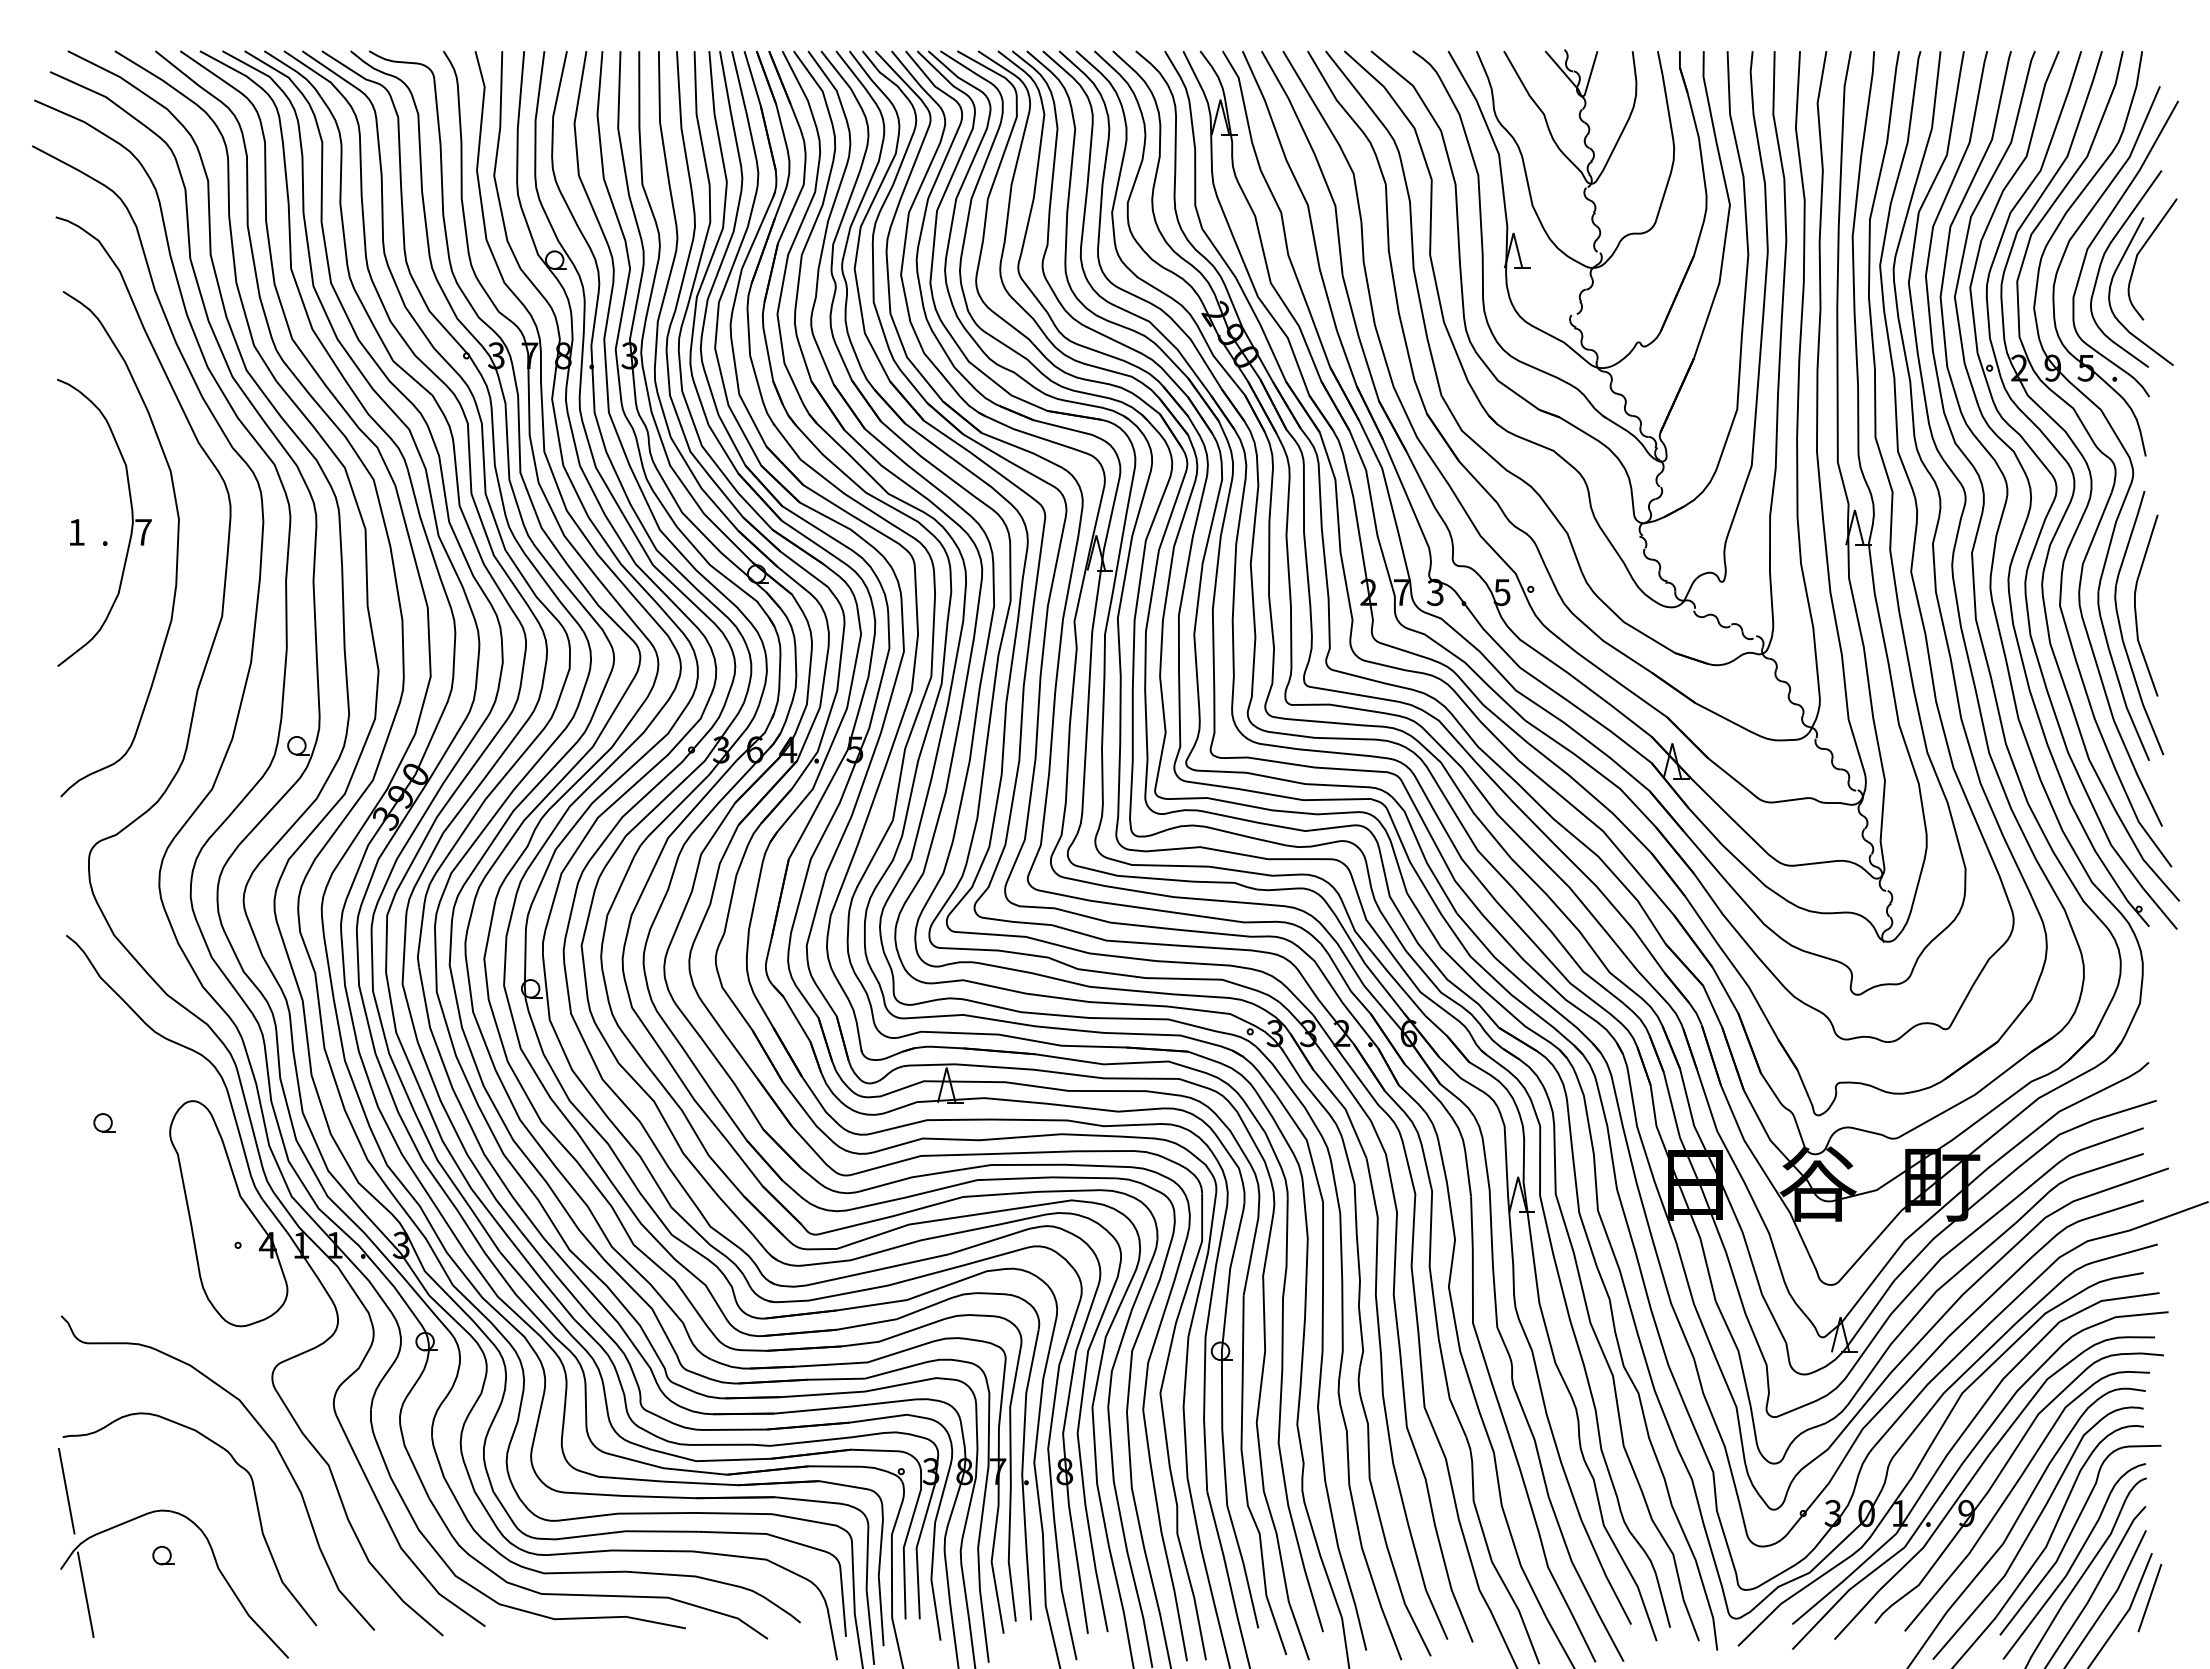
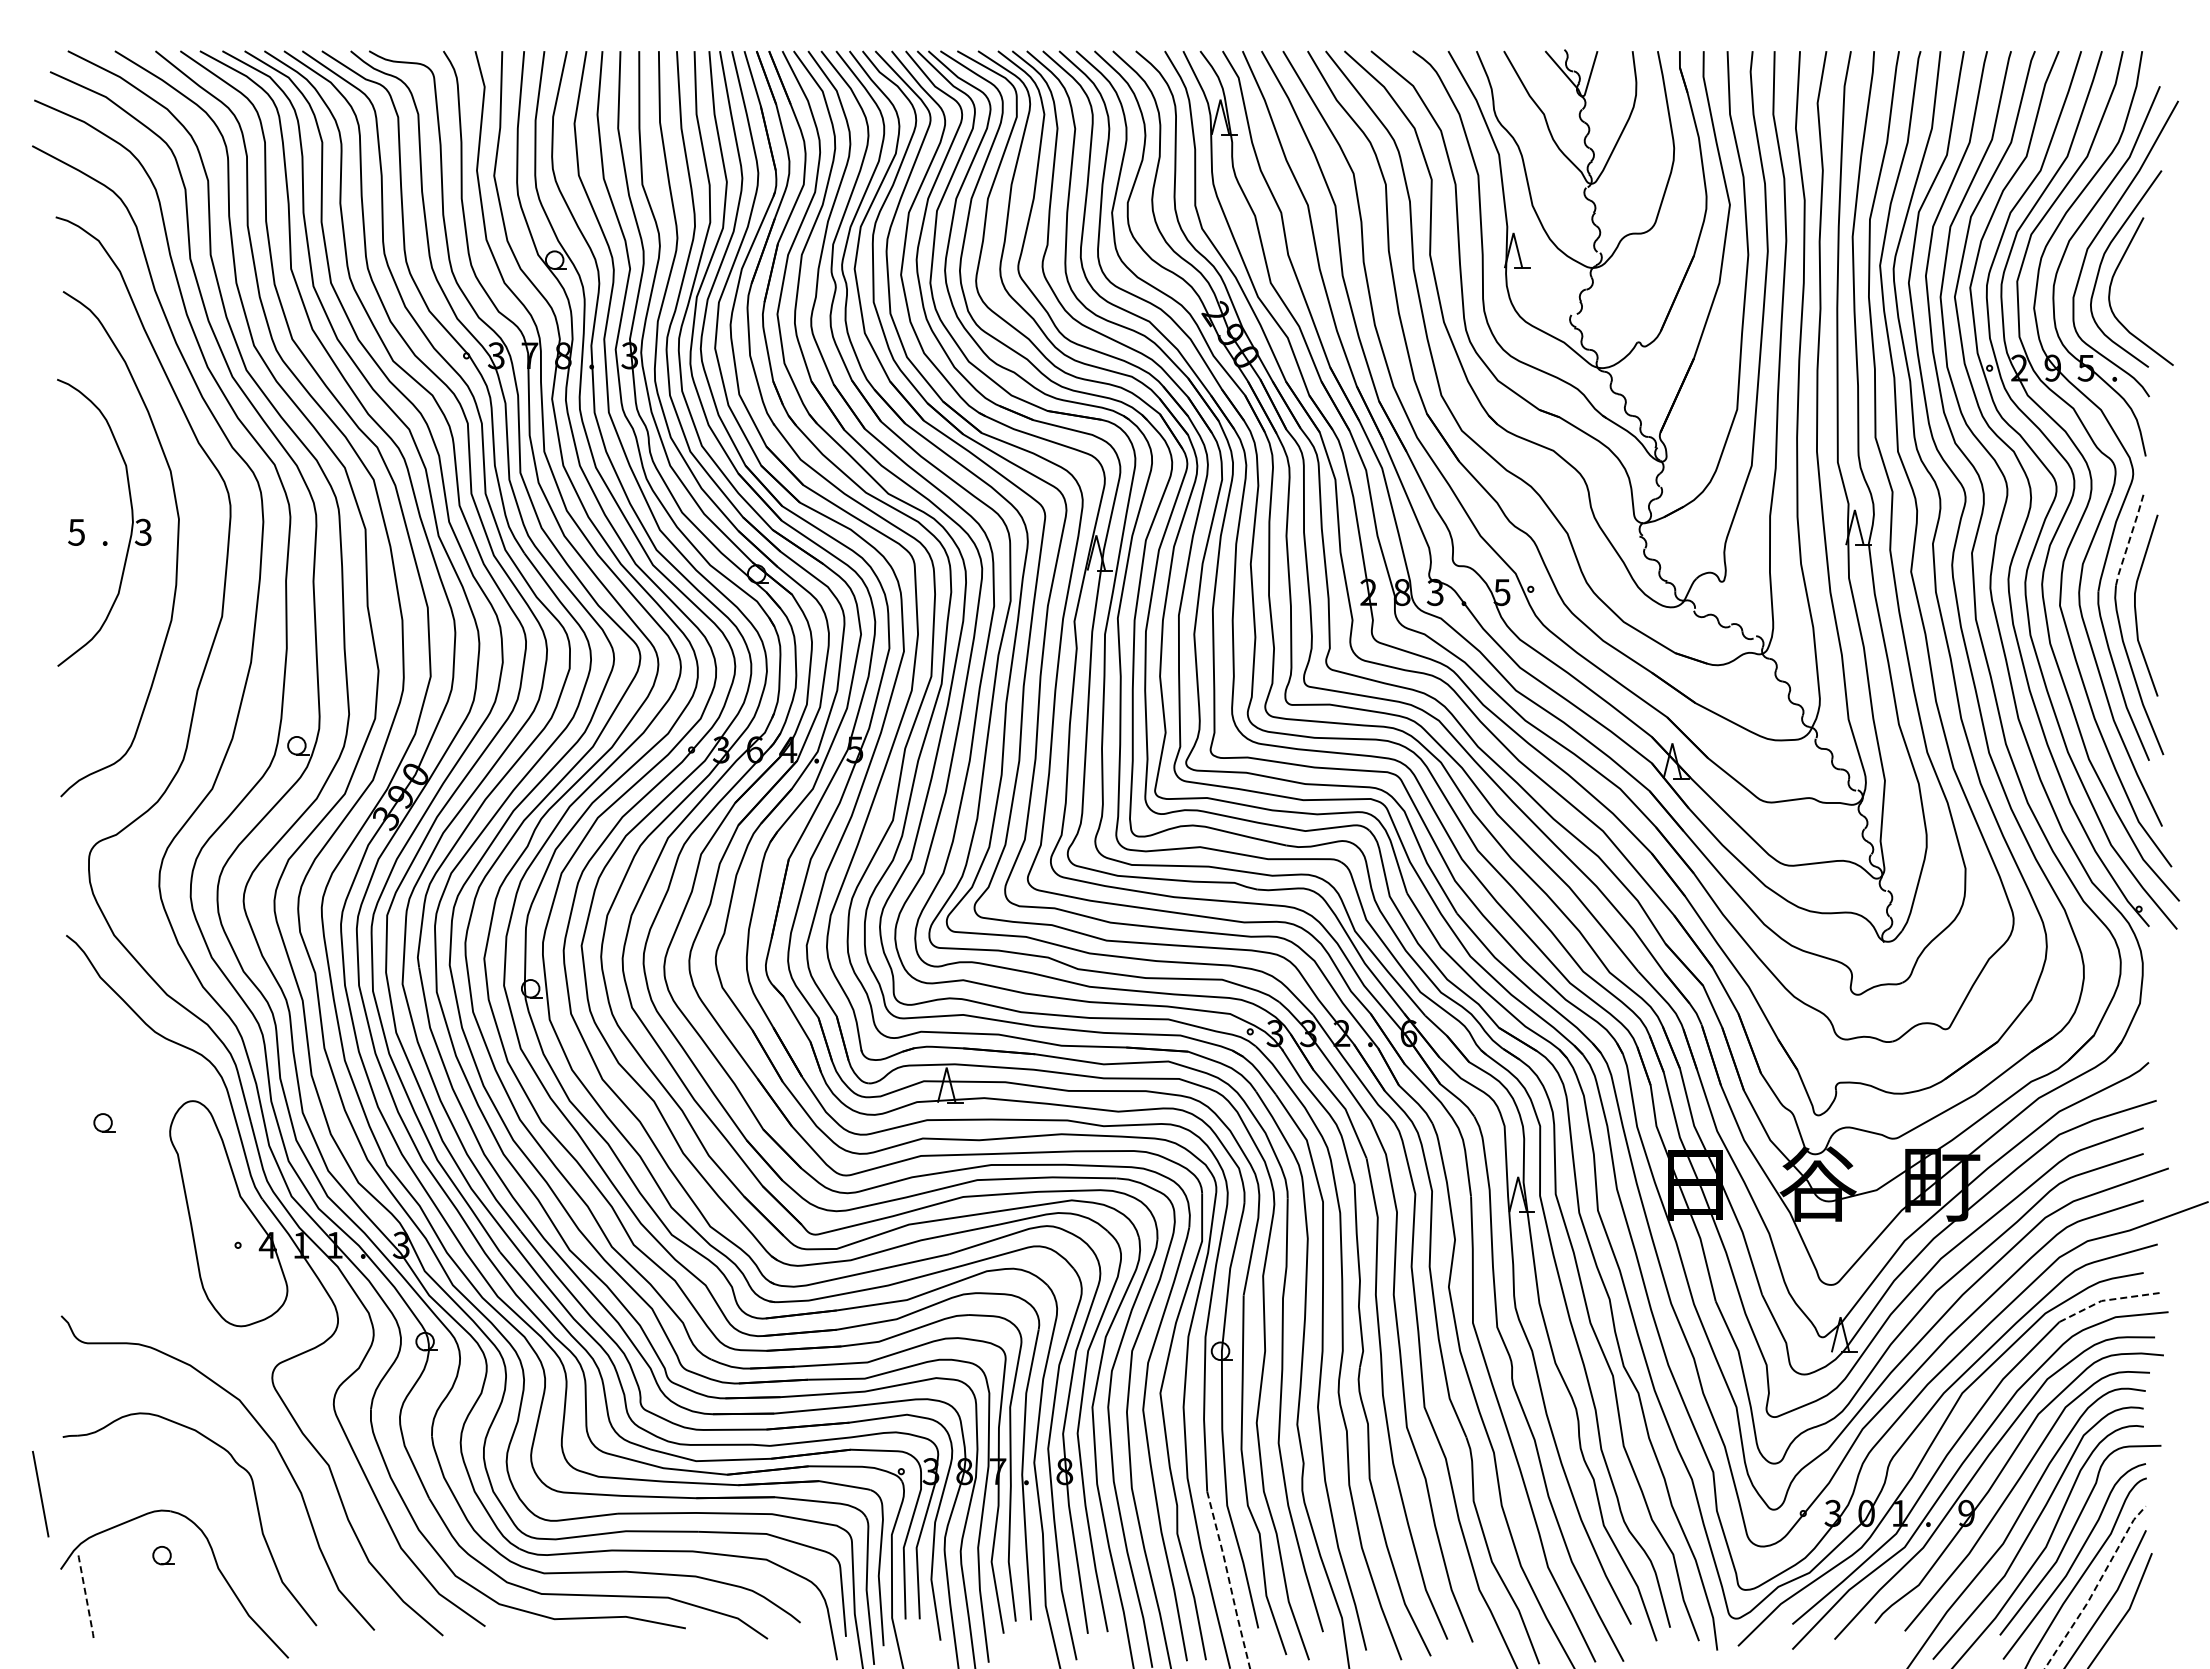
curve at (2140, 252): present -> none
text at (142, 531): 7 -> 3
text at (76, 532): 1 -> 5
line at (2130, 538): solid -> dashed
text at (1402, 592): 7 -> 8
line at (2106, 1300): solid -> dashed
line at (66, 1491) position: (66, 1491) -> (40, 1494)
line at (1229, 1580): solid -> dashed
line at (2096, 1587): solid -> dashed
line at (85, 1594): solid -> dashed
line at (2149, 1598): present -> none
